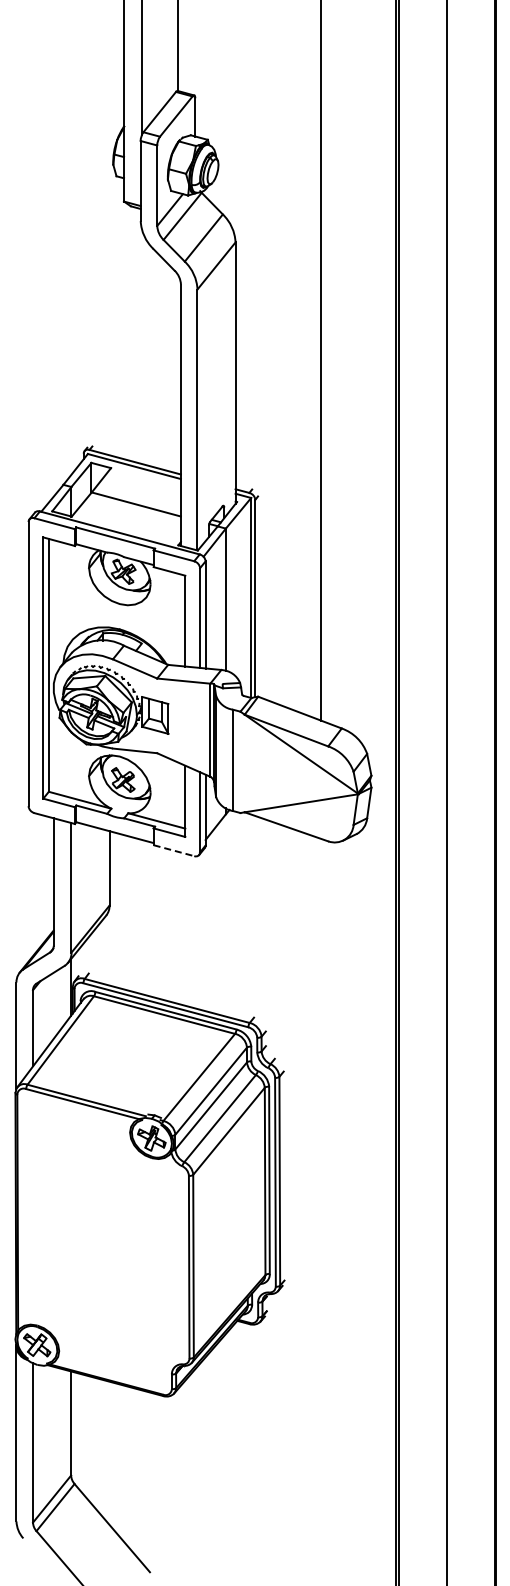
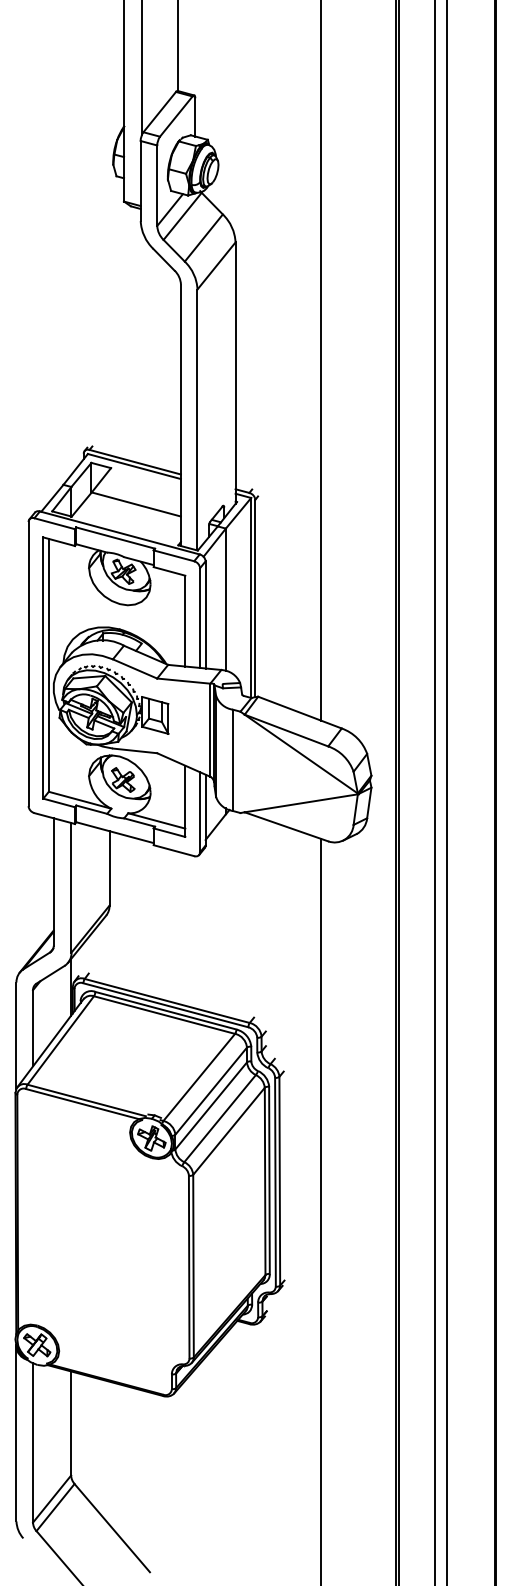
line at (434, 792): none -> present
line at (174, 850): dashed -> solid
line at (321, 1210): none -> present
